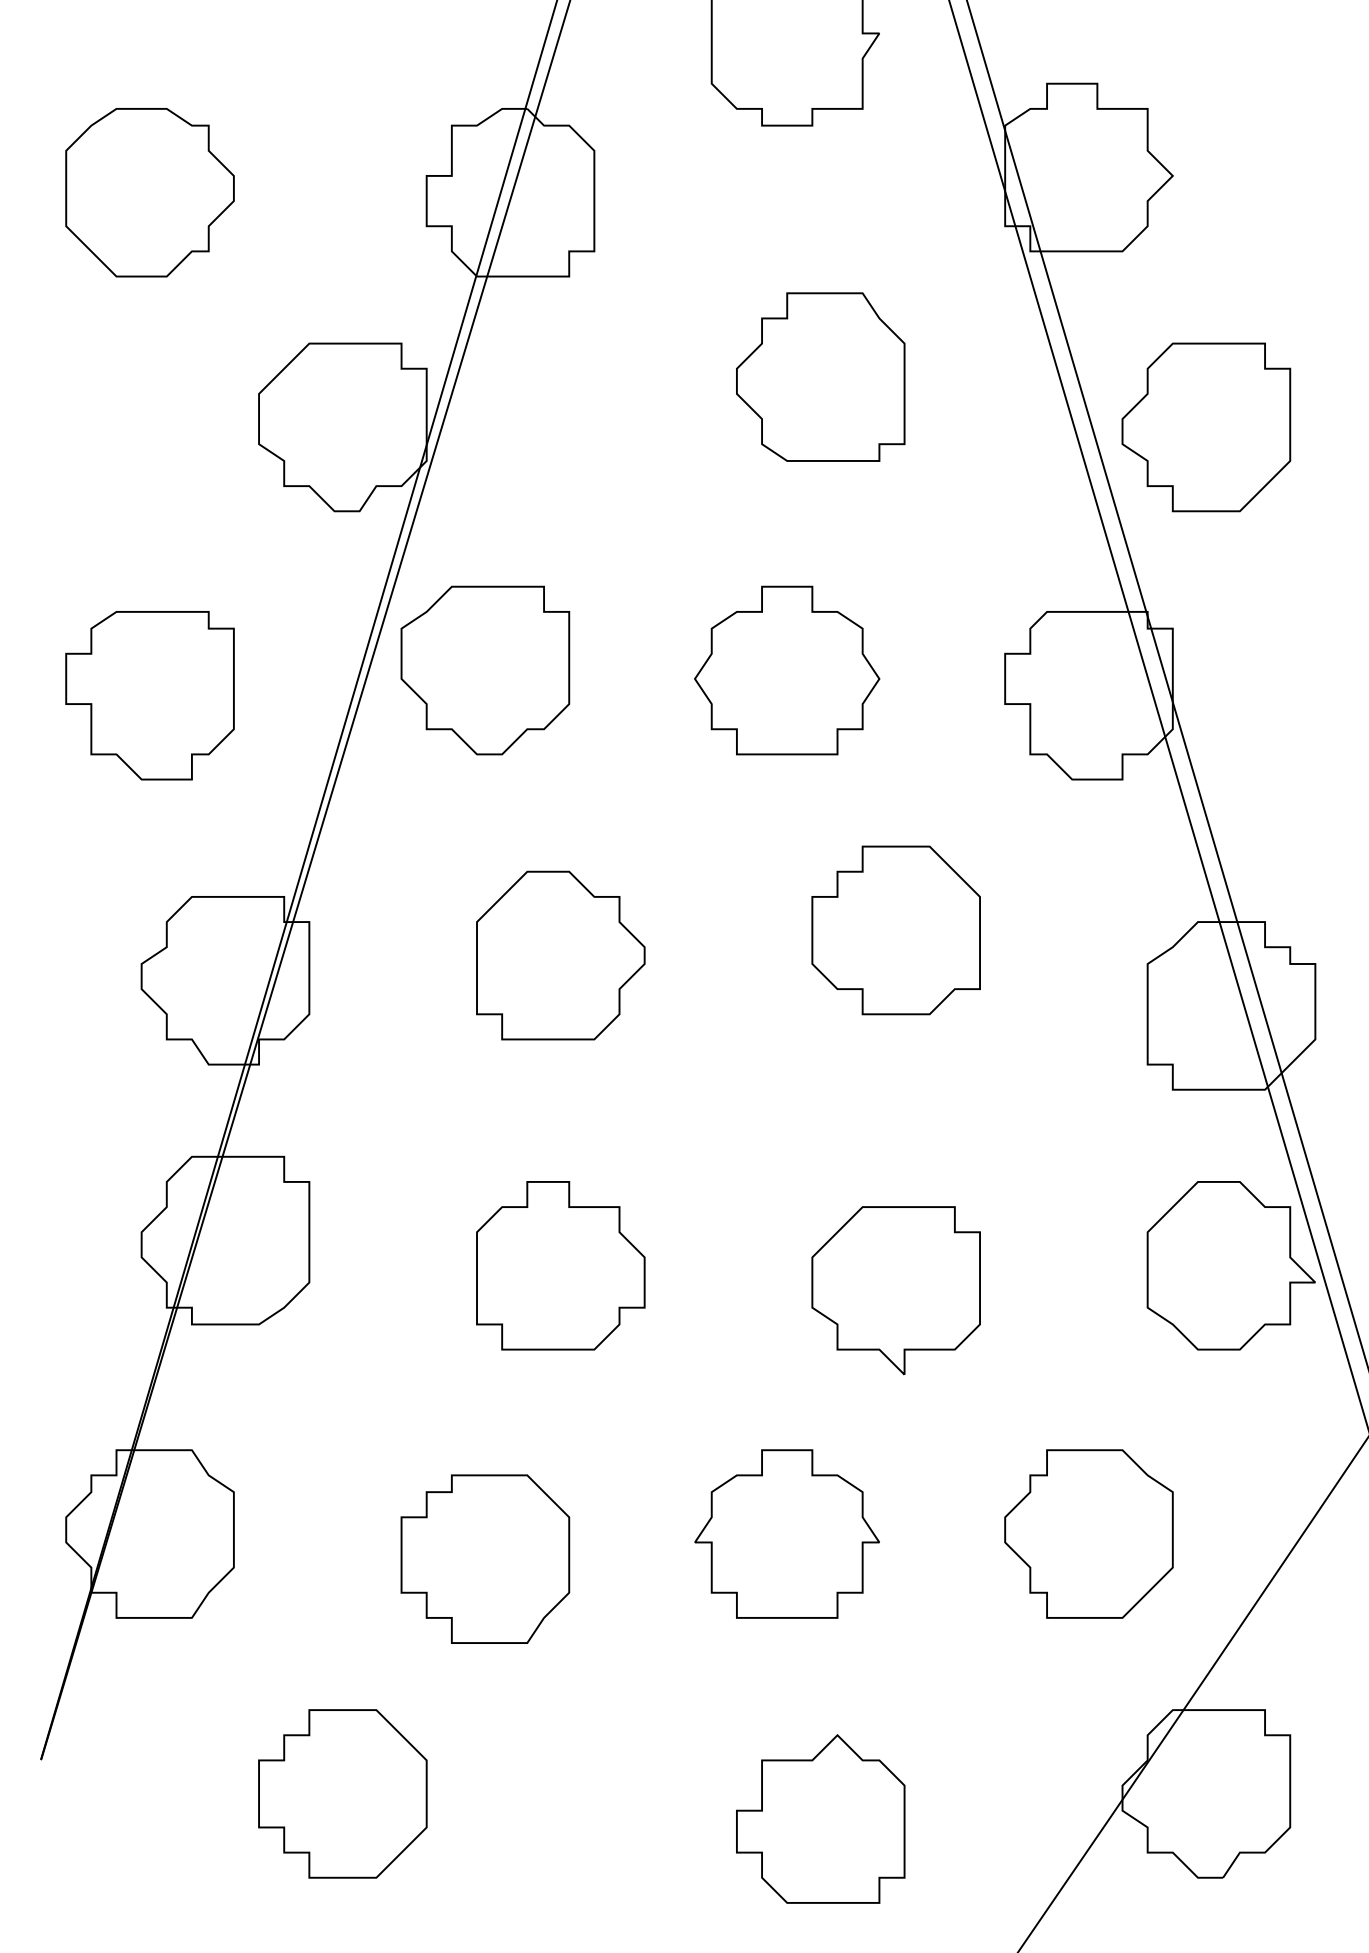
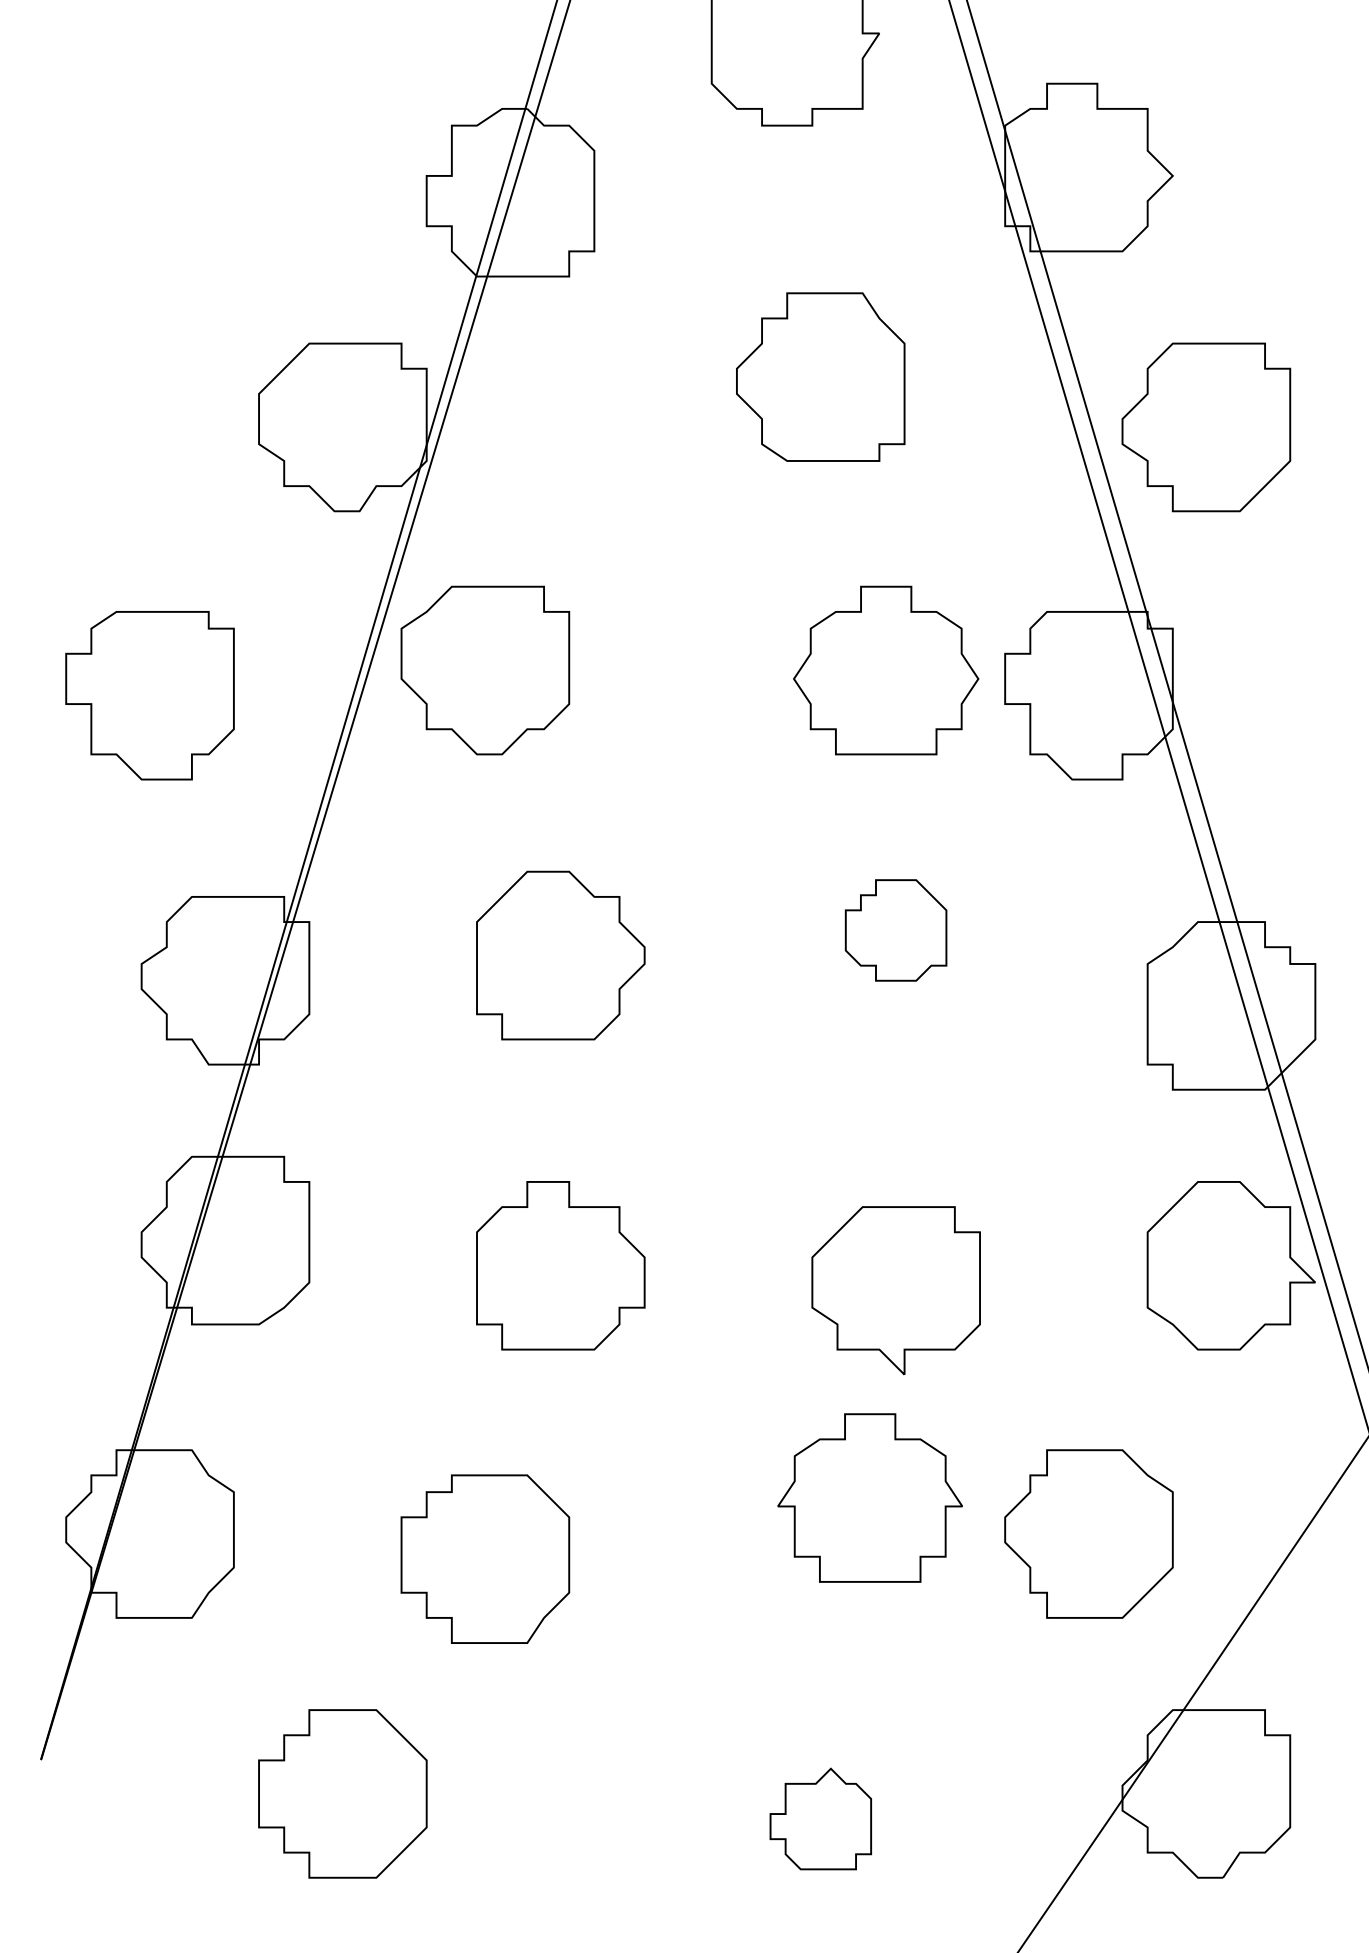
part at (149, 192): present -> none
part at (787, 670) position: (787, 670) -> (886, 670)
part at (895, 930) size: 170x171 px -> 104x103 px
part at (786, 1533) position: (786, 1533) -> (869, 1497)
part at (820, 1818) size: 170x170 px -> 103x104 px
